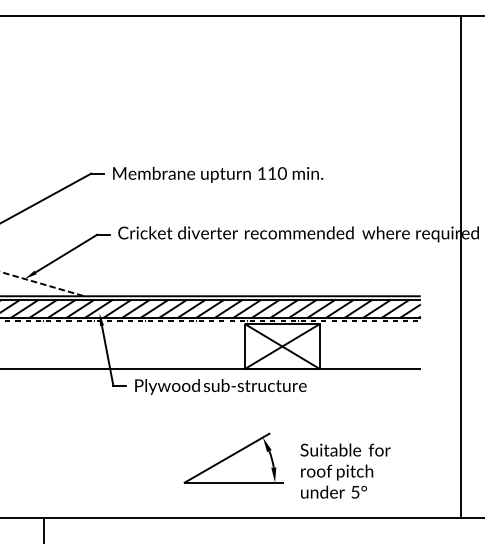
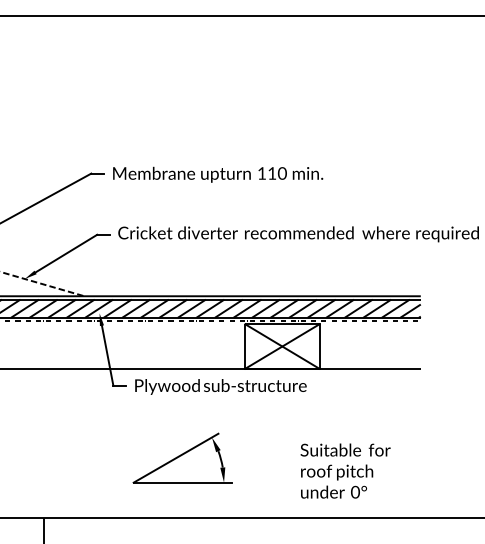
line at (461, 266): present -> none
part at (233, 457) position: (233, 457) -> (182, 457)
text at (355, 491): 5° -> 0°
